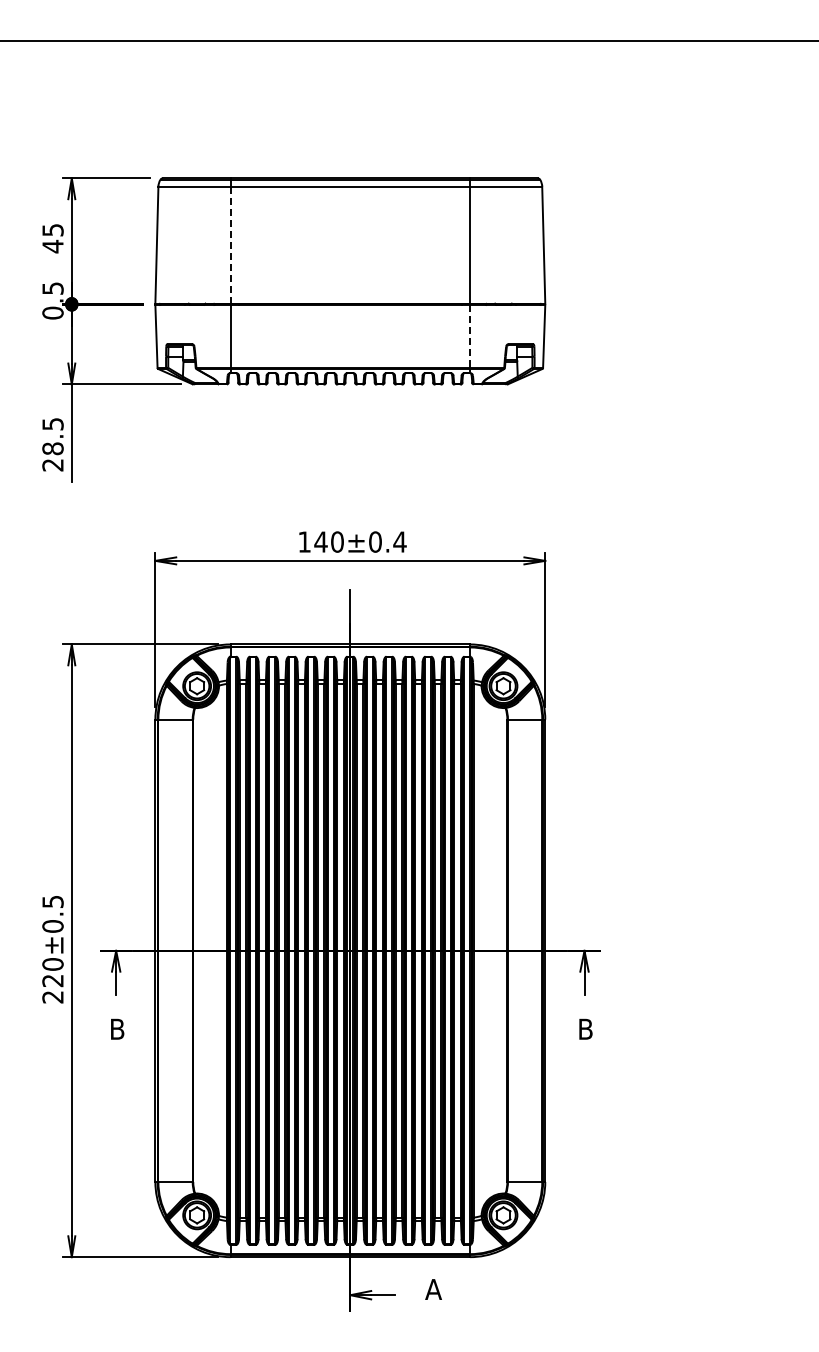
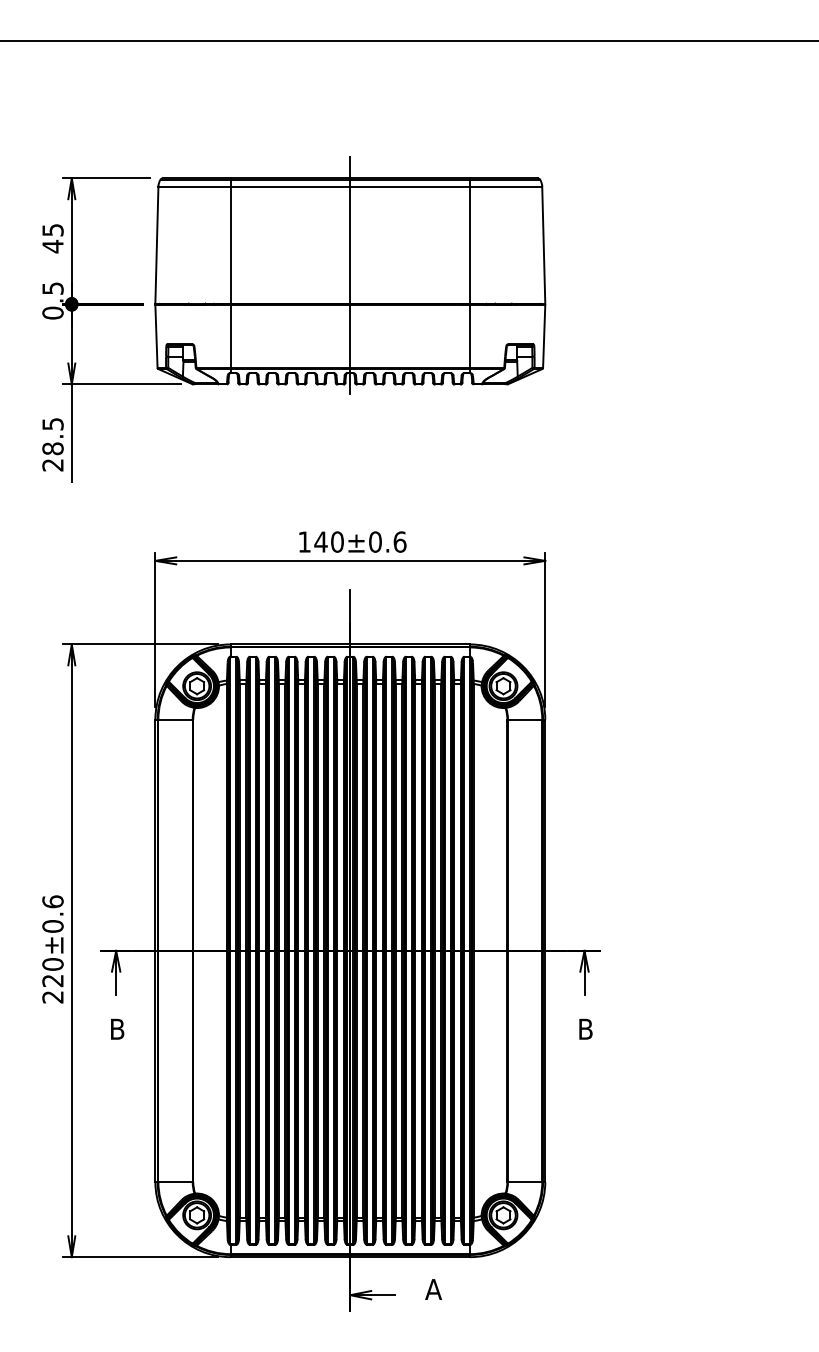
line at (230, 245): dashed -> solid
line at (350, 275): none -> present
line at (470, 336): dashed -> solid
text at (399, 541): 140±0.4 -> 140±0.6
text at (52, 901): 220±0.5 -> 220±0.6
